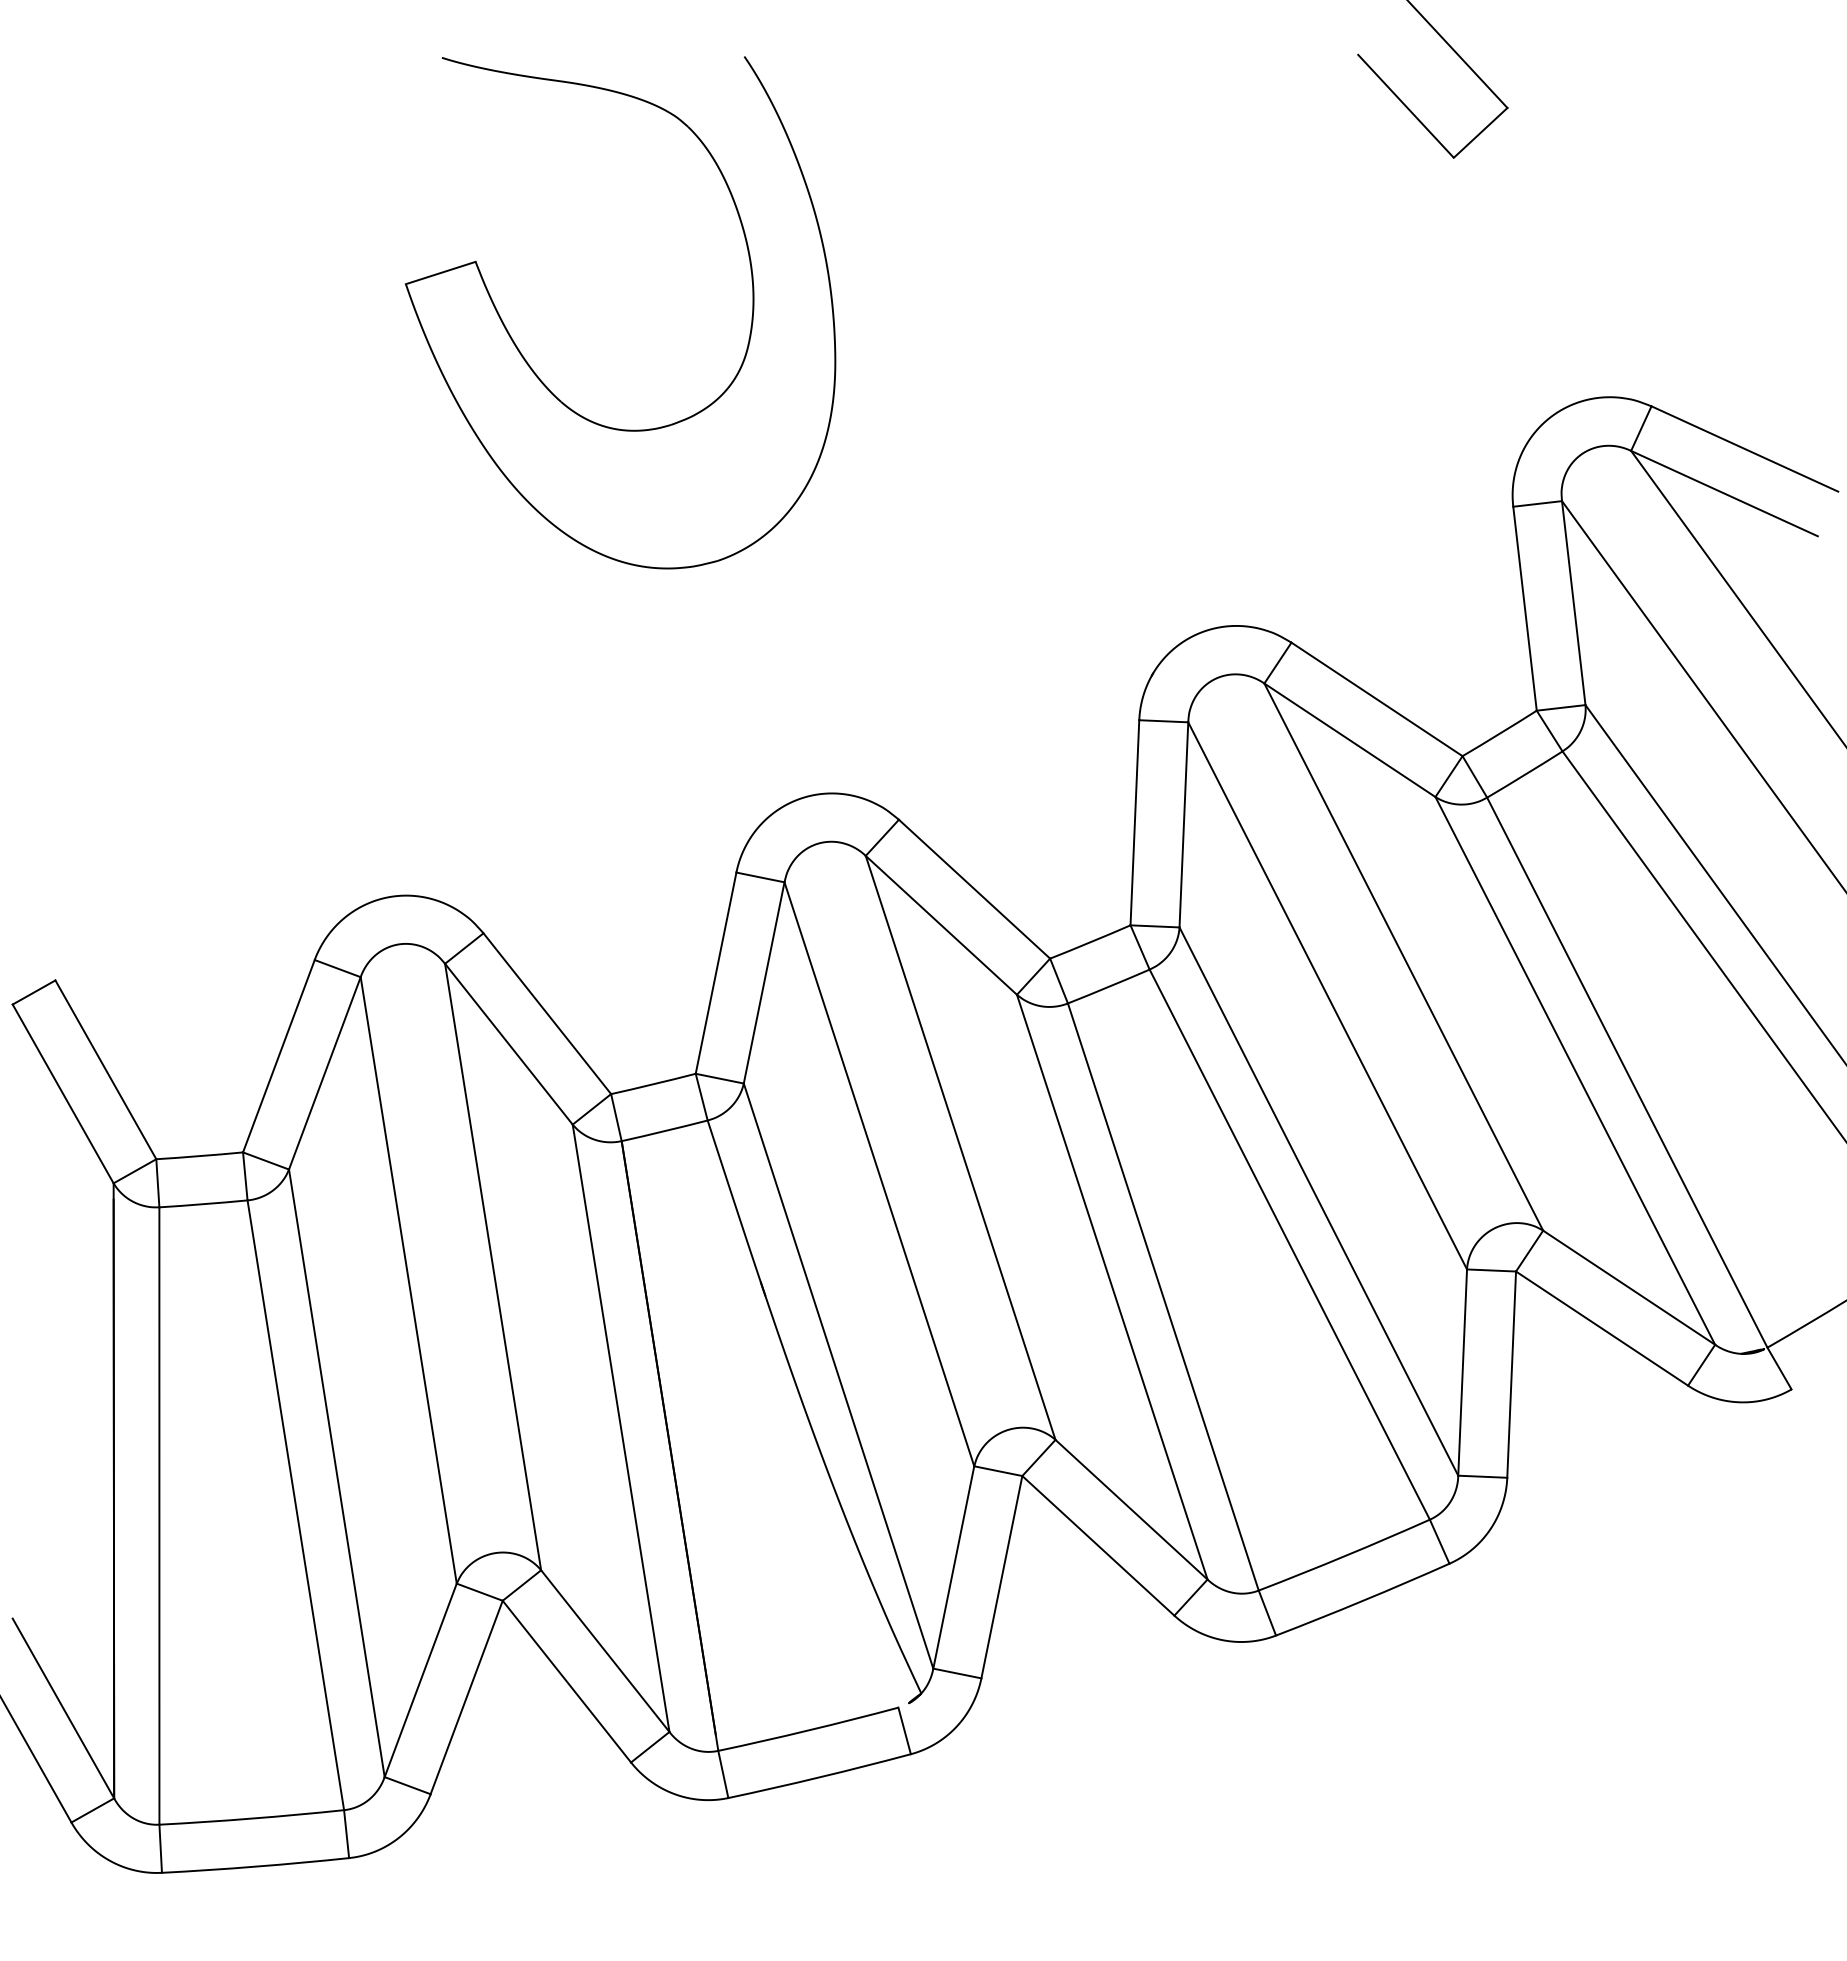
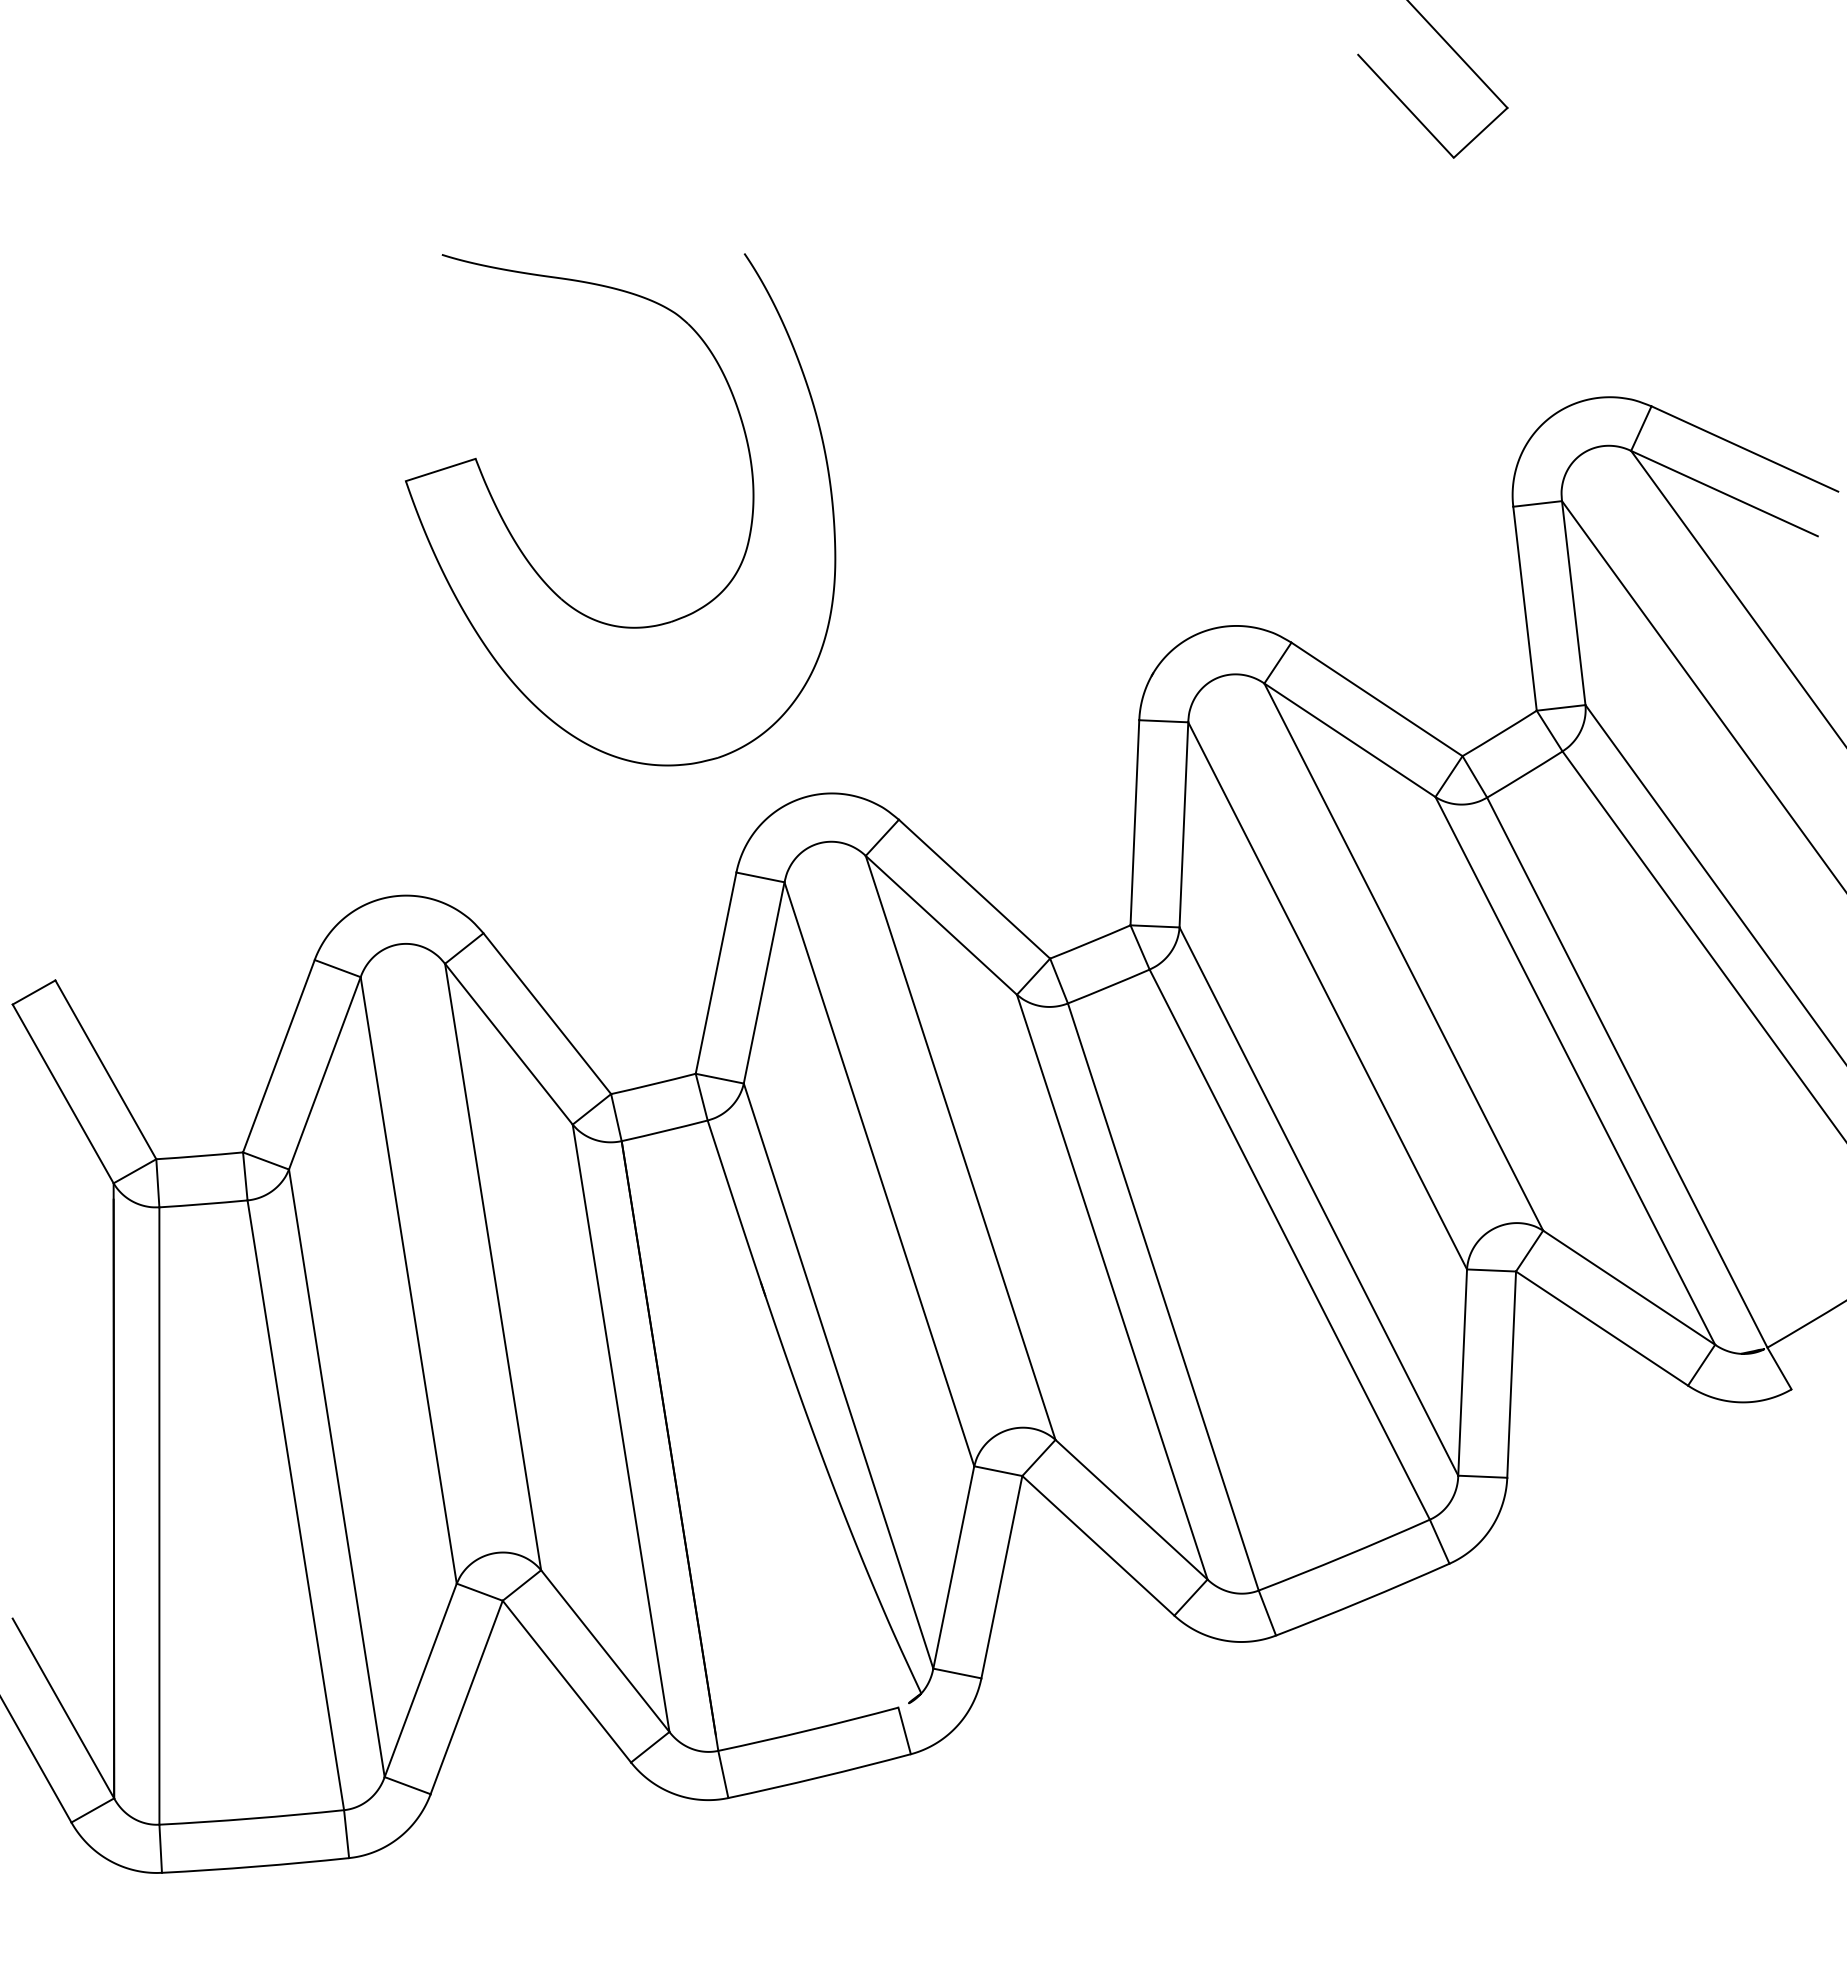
part at (540, 378) position: (540, 378) -> (540, 575)
